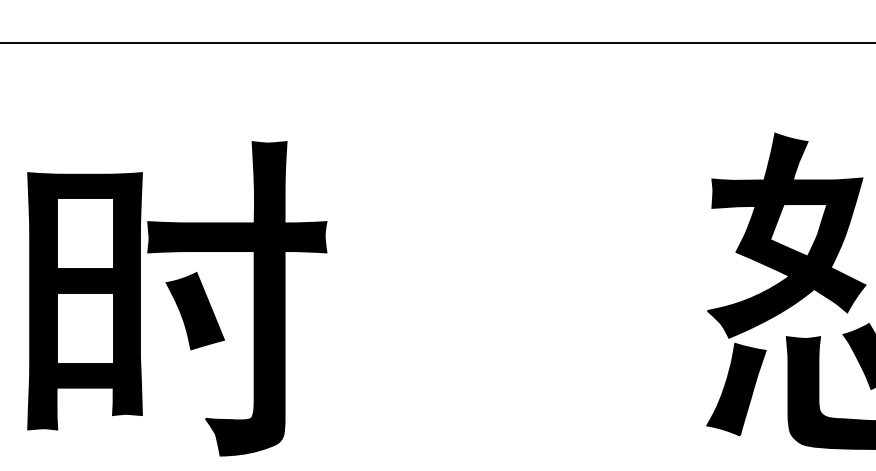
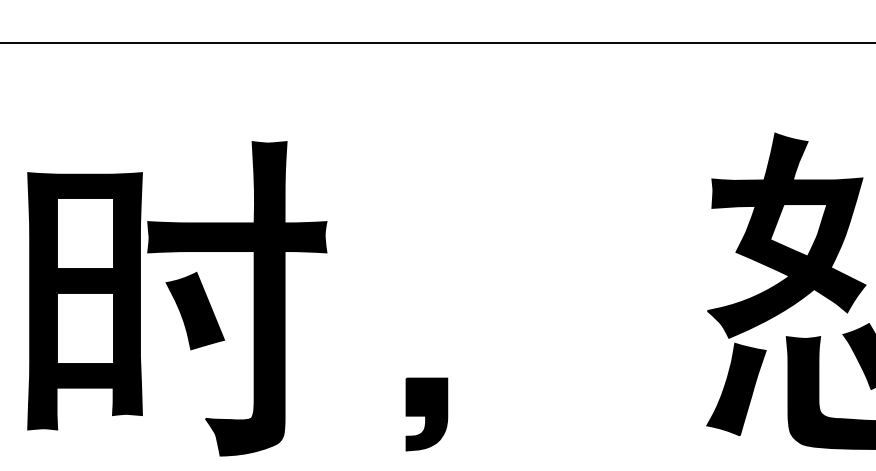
part at (426, 414): none -> present
